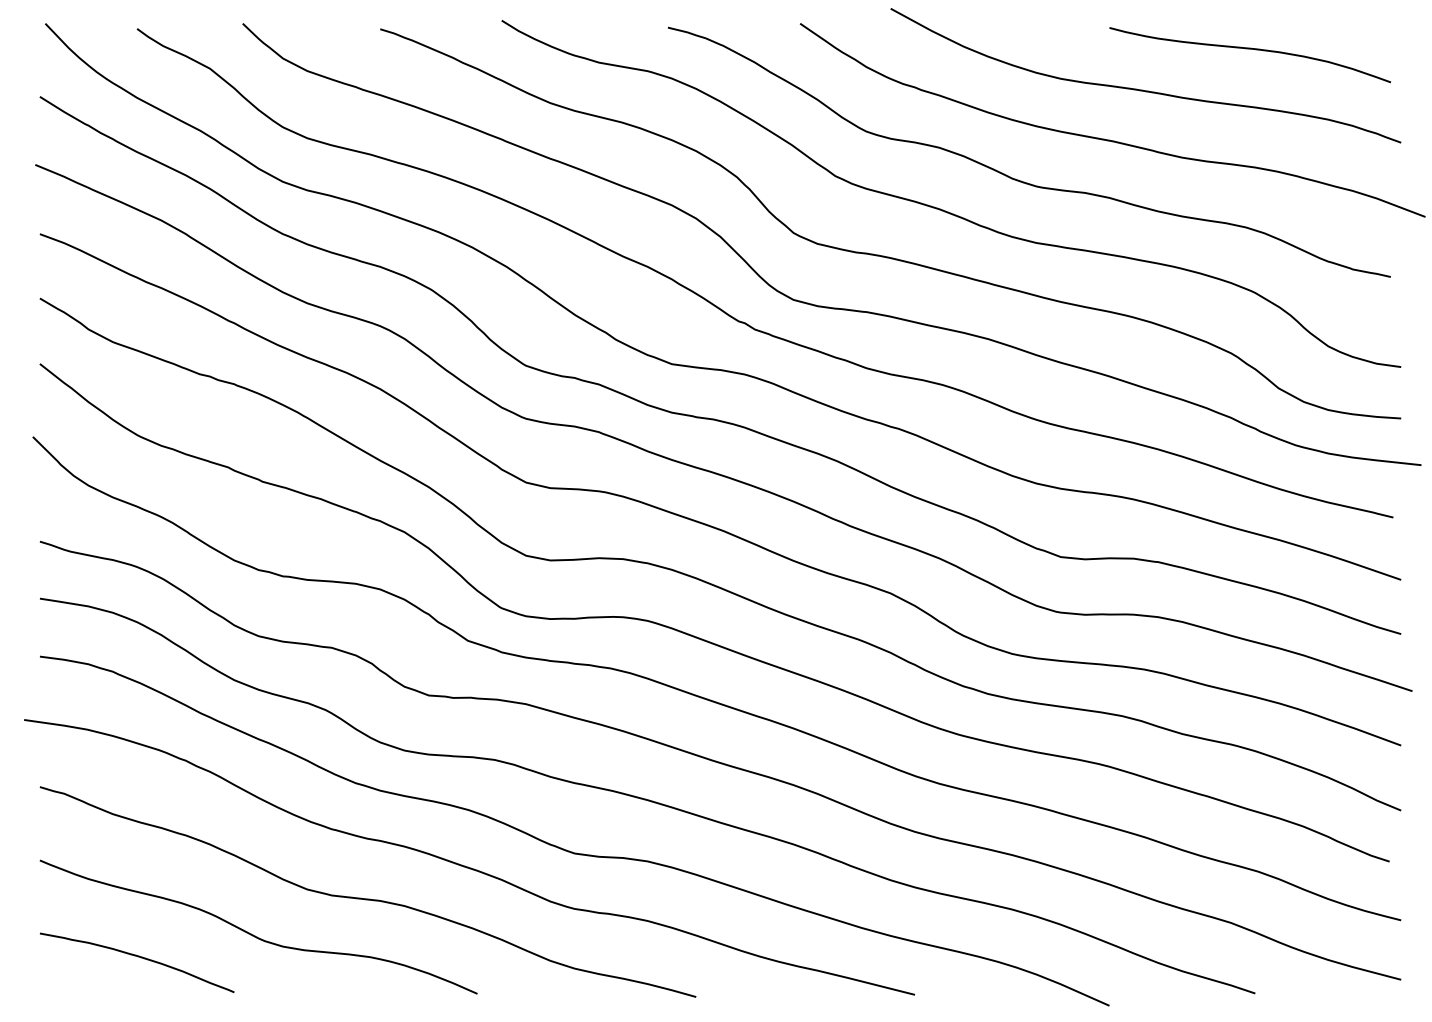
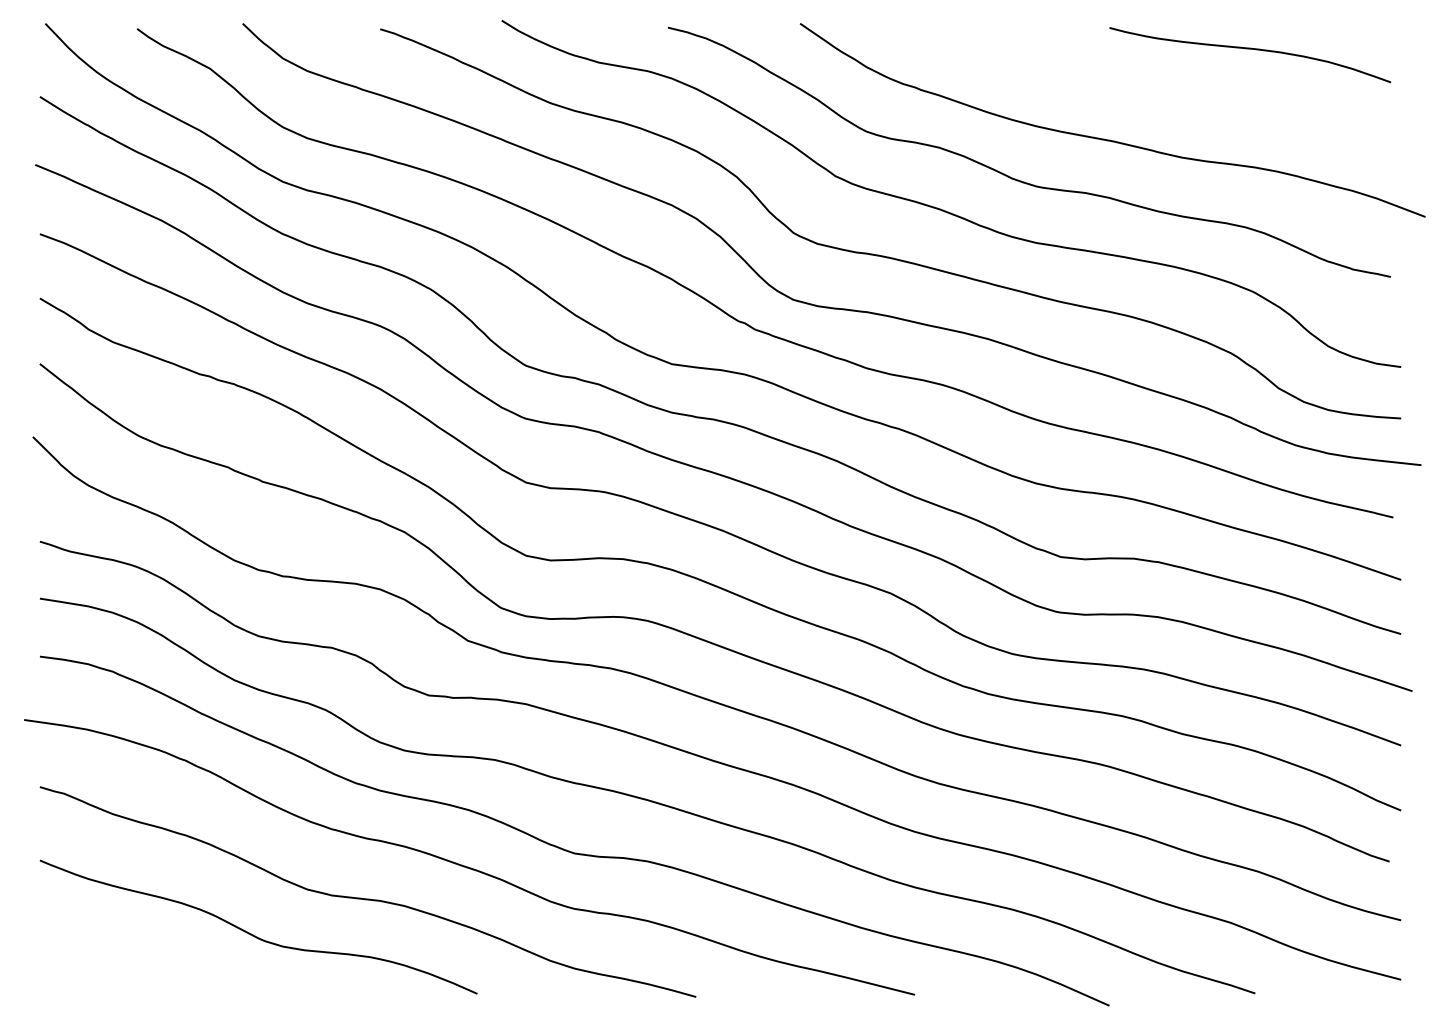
curve at (1142, 89): present -> none
curve at (138, 957): present -> none
